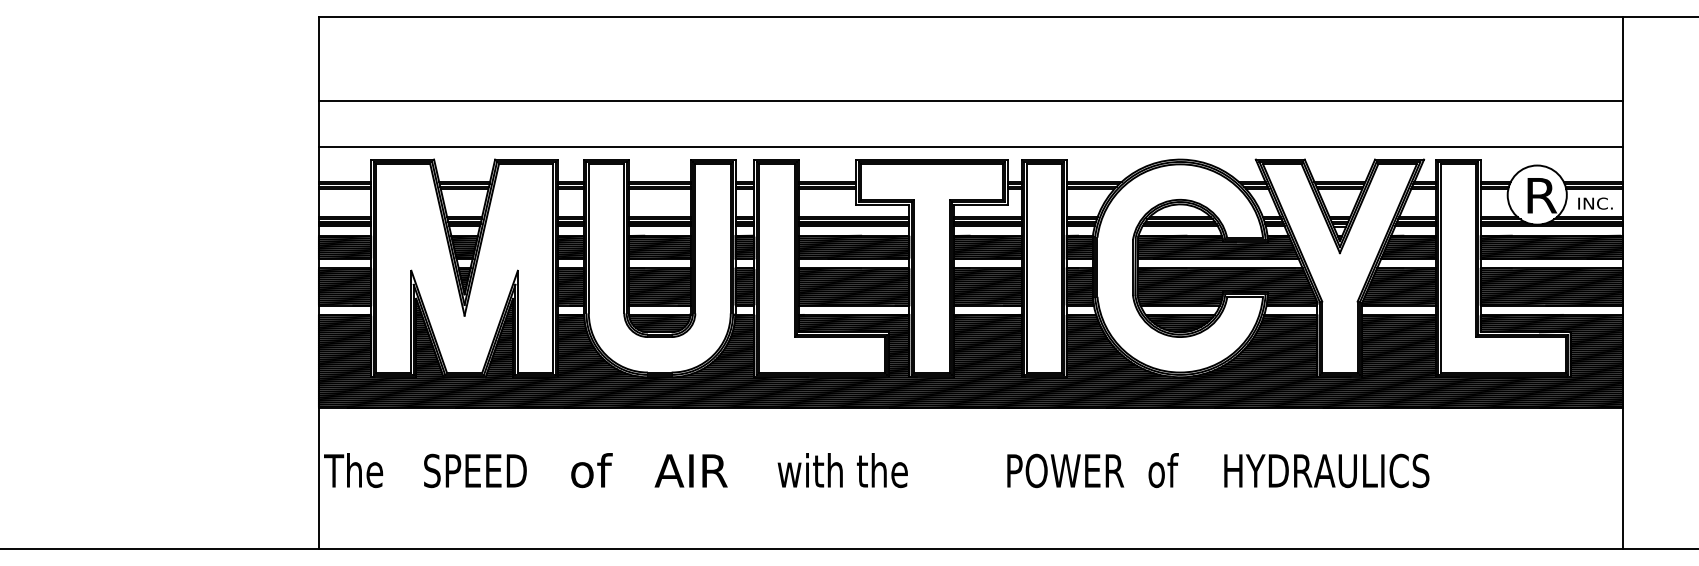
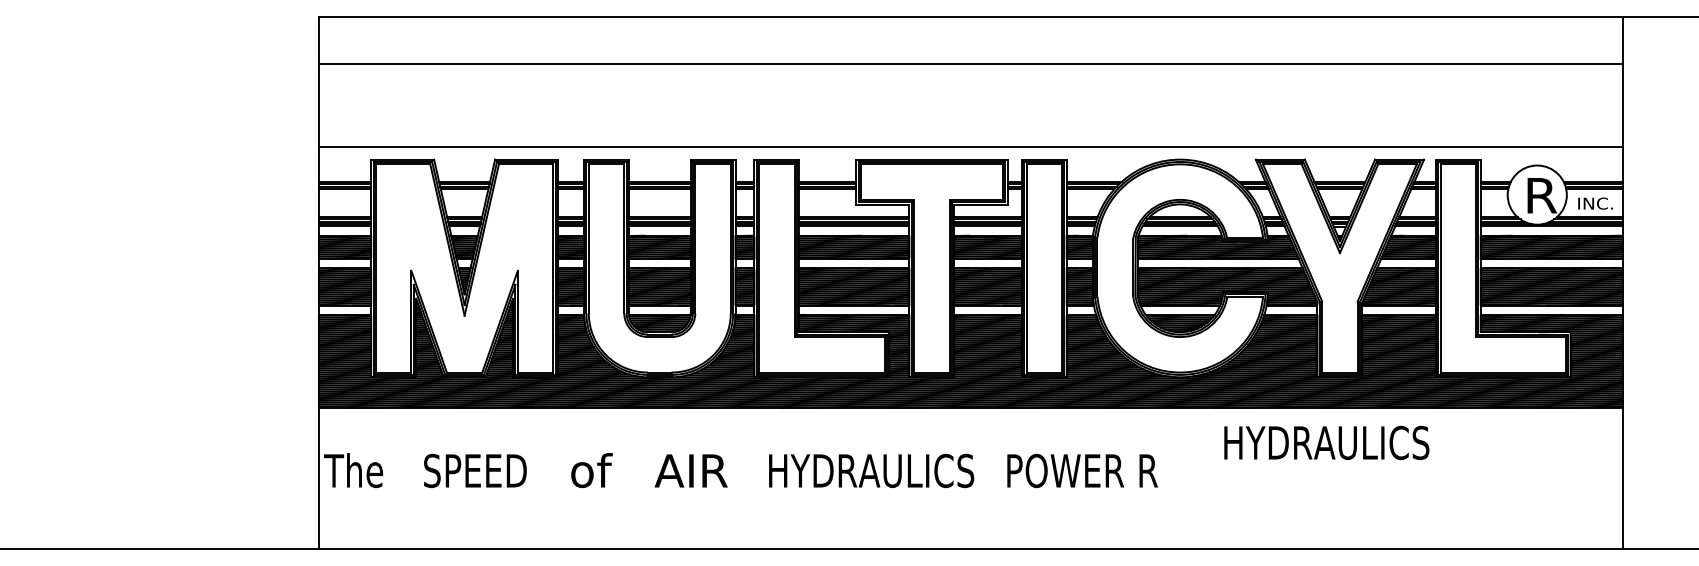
line at (970, 100) position: (970, 100) -> (970, 63)
text at (871, 470): with the -> HYDRAULICS
text at (1158, 470): of -> R
text at (1326, 470) position: (1326, 470) -> (1326, 442)
